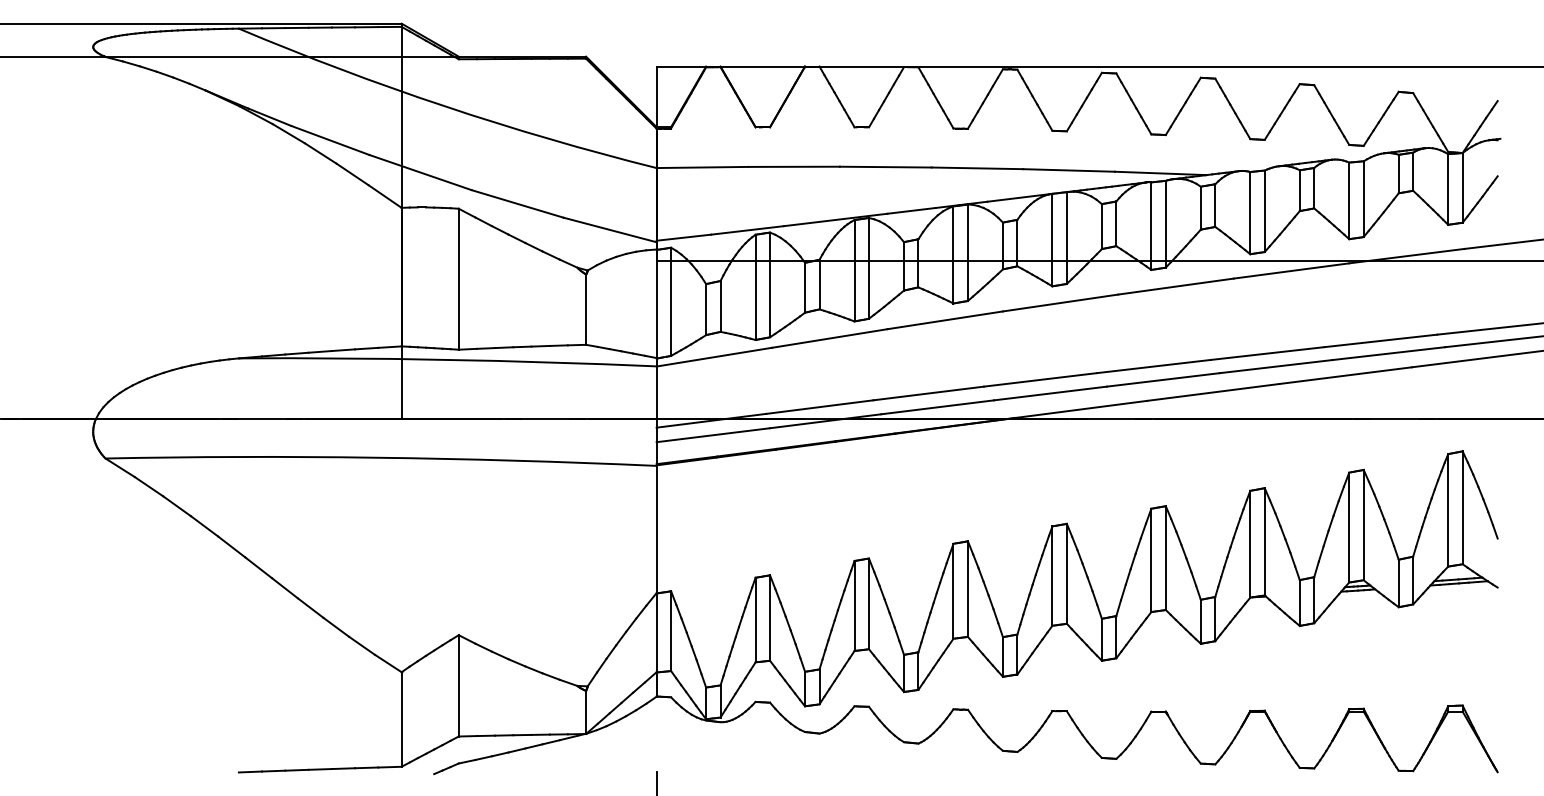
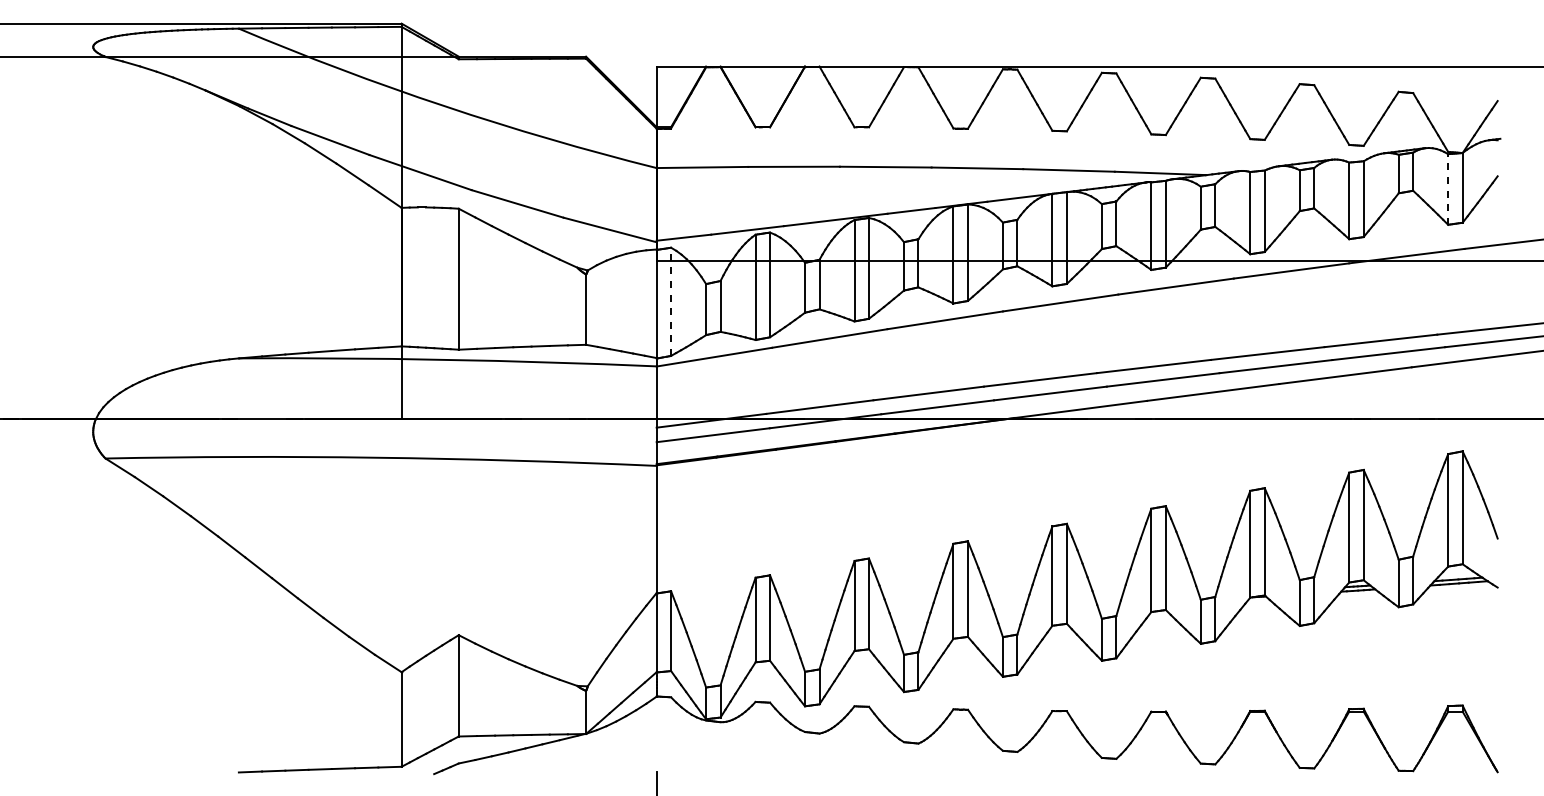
line at (1448, 189): solid -> dashed
line at (671, 301): solid -> dashed
